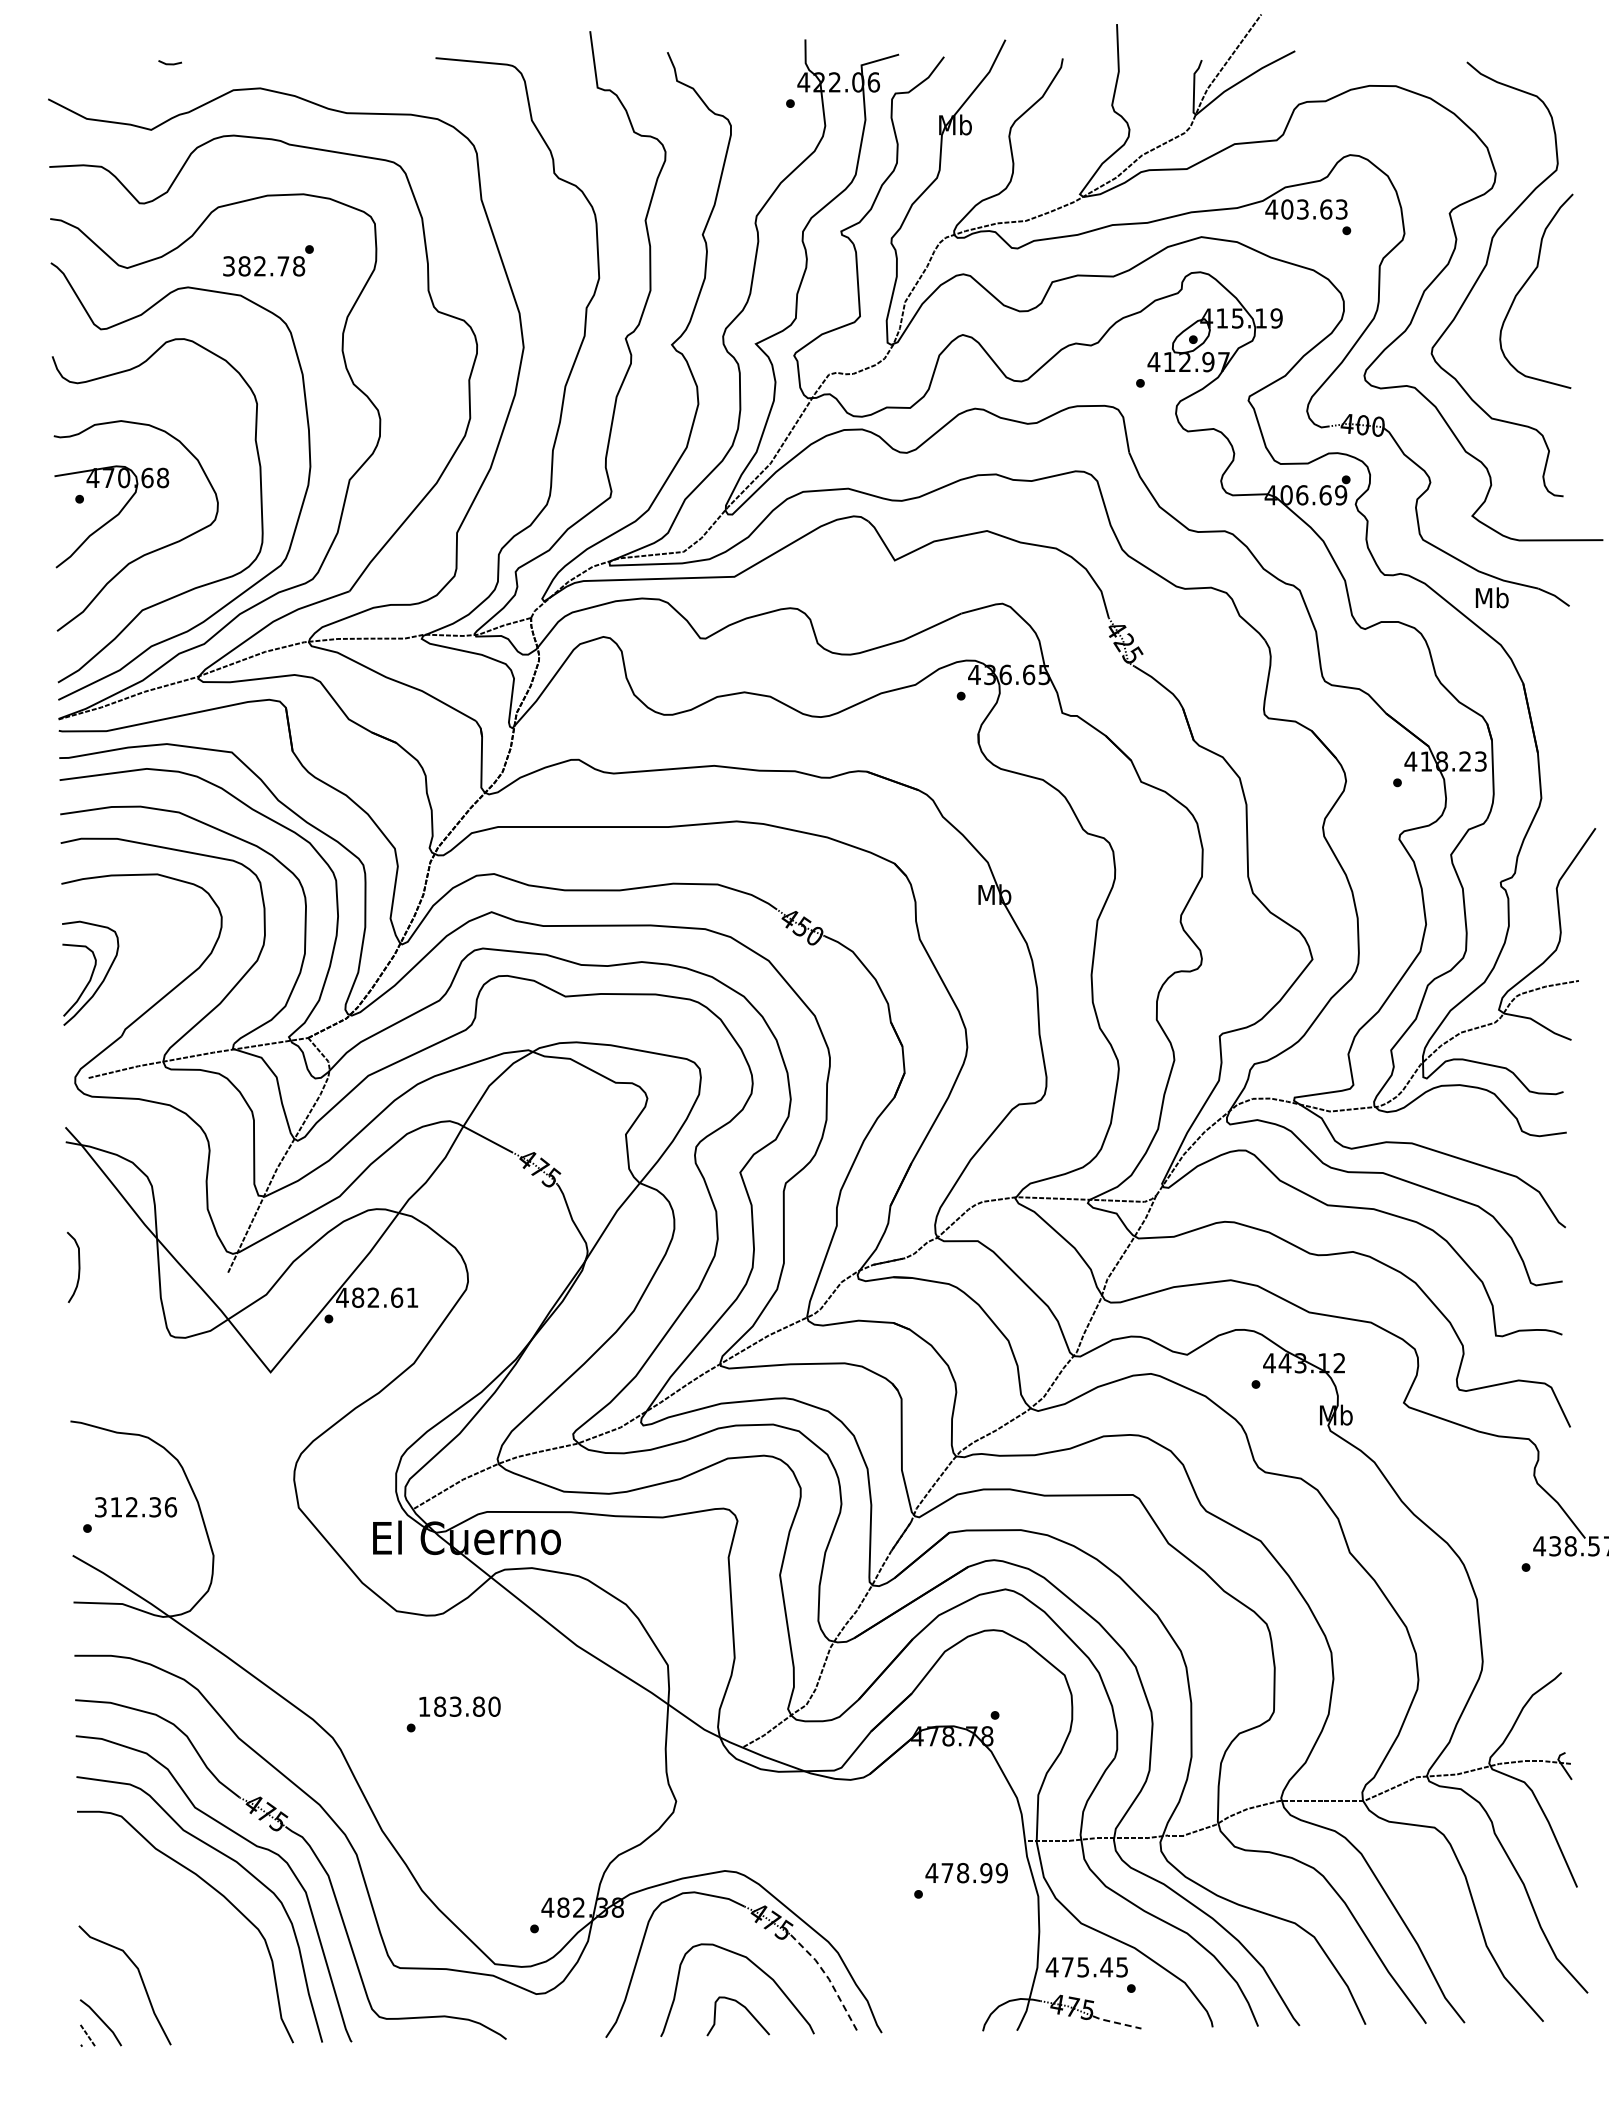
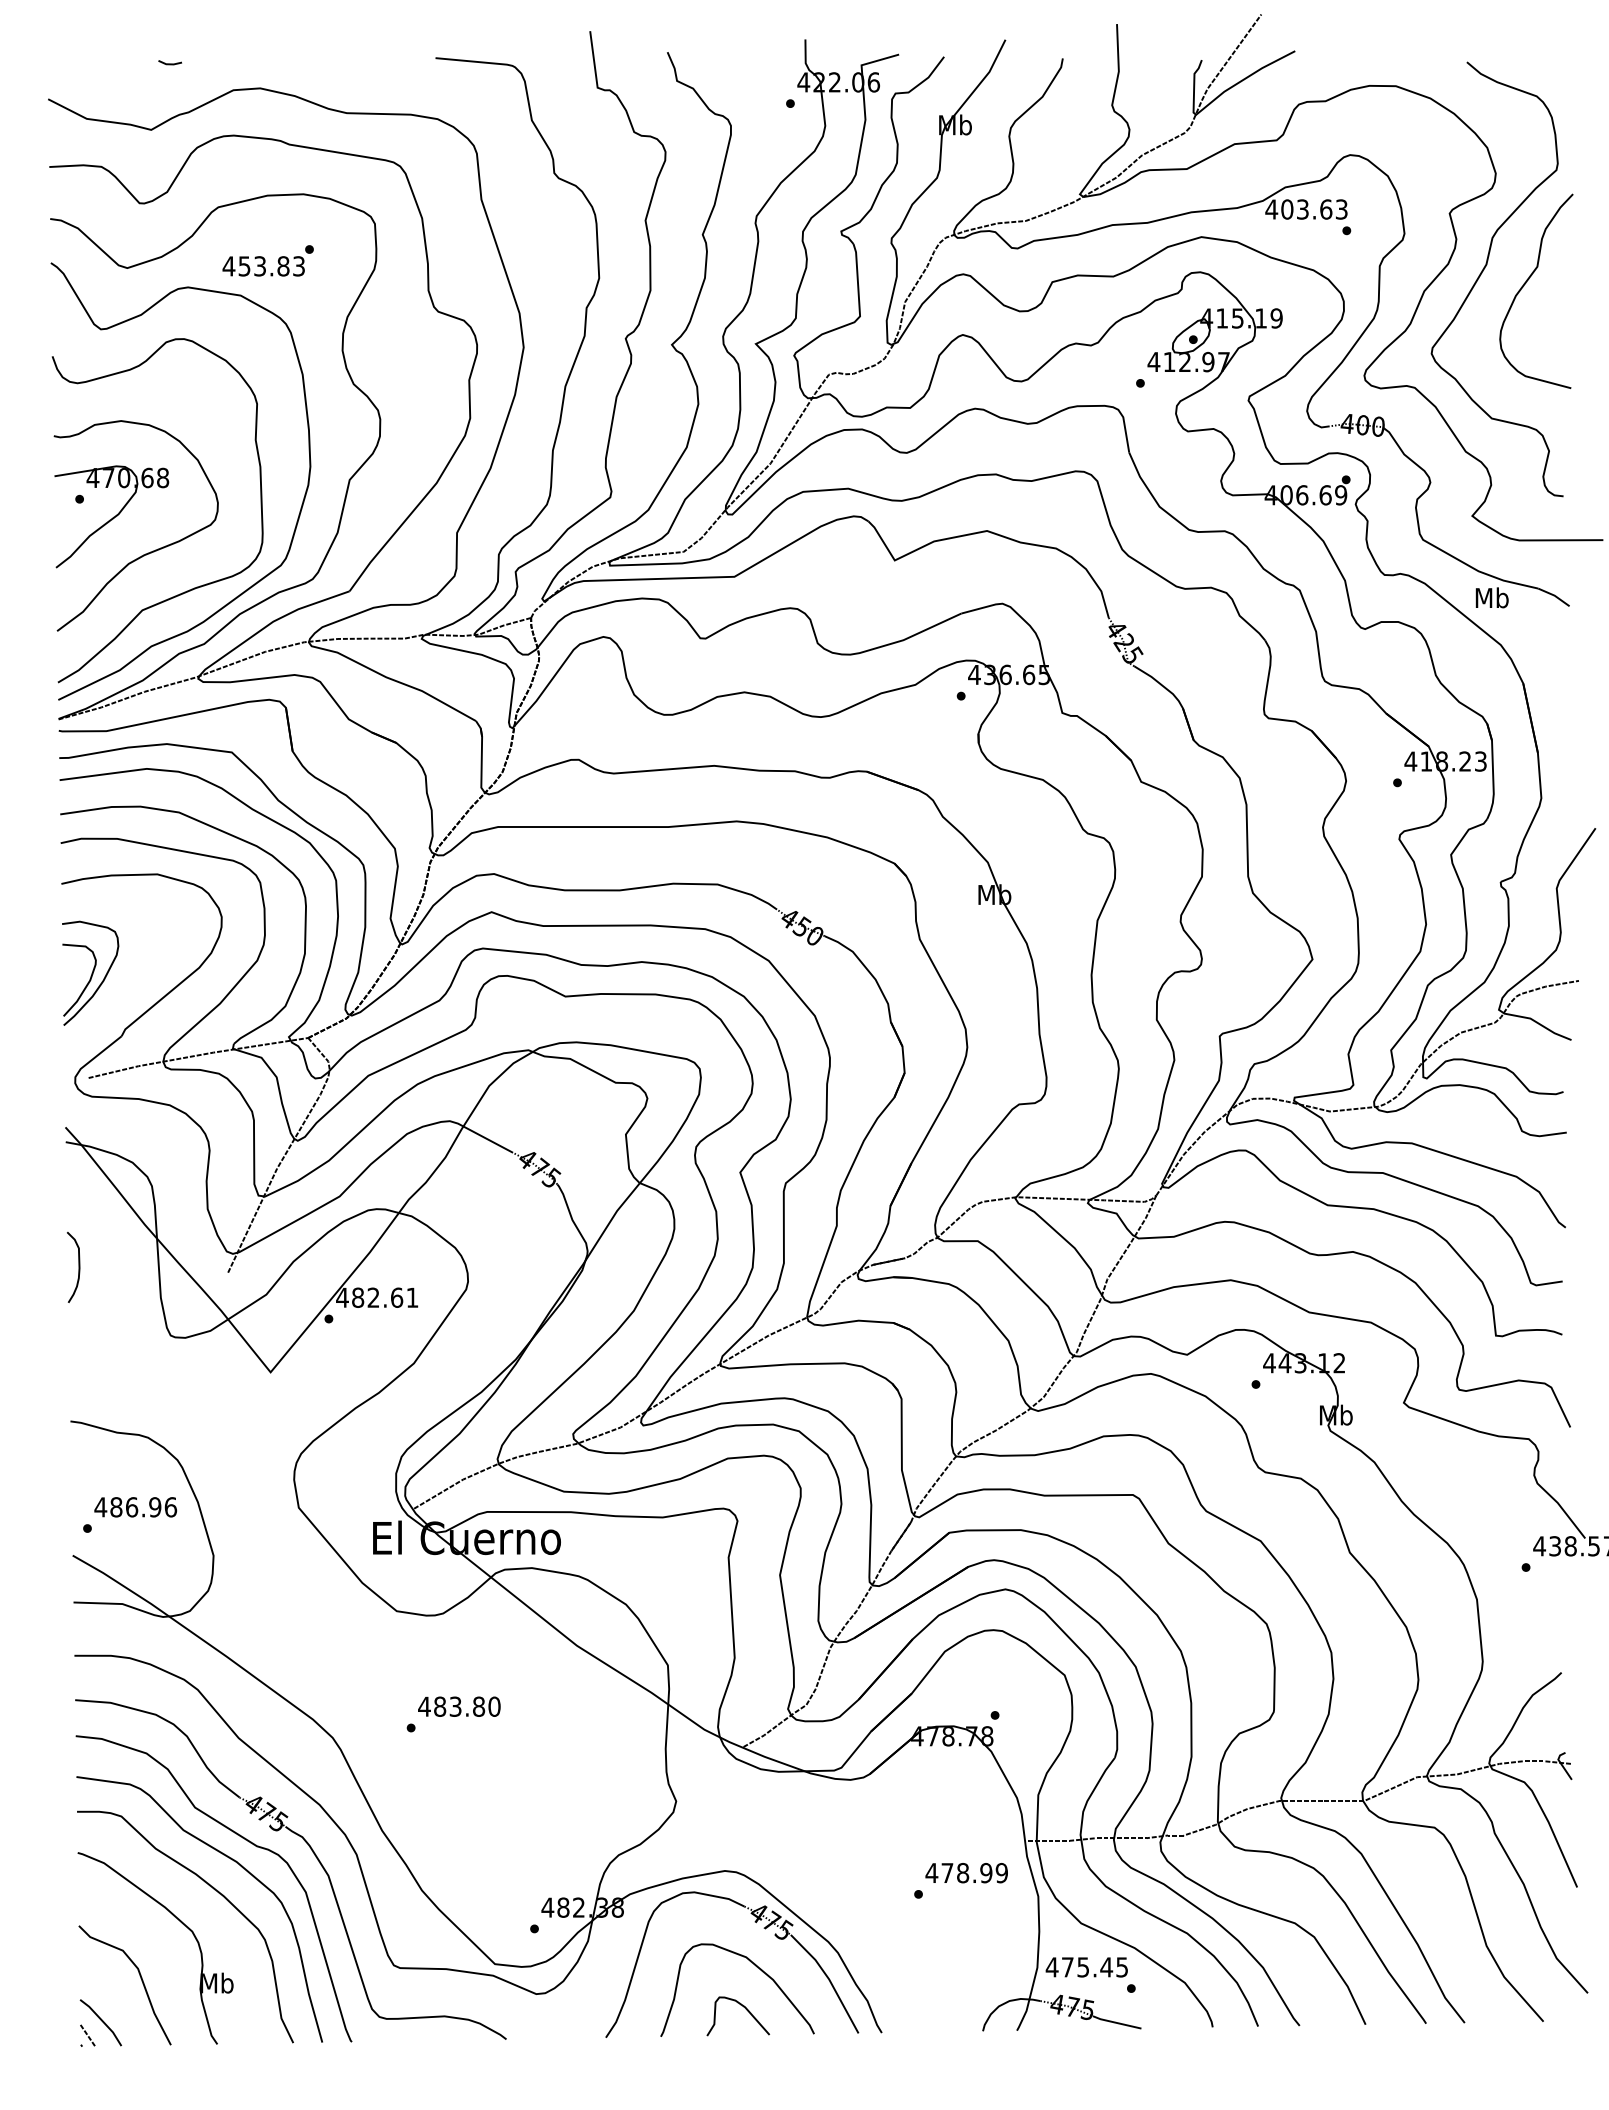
text at (263, 266): 382.78 -> 453.83
text at (127, 1507): 312.36 -> 486.96
text at (424, 1706): 183.80 -> 483.80
part at (180, 1922): none -> present
line at (829, 1979): dashed -> solid
line at (1116, 2022): dashed -> solid
